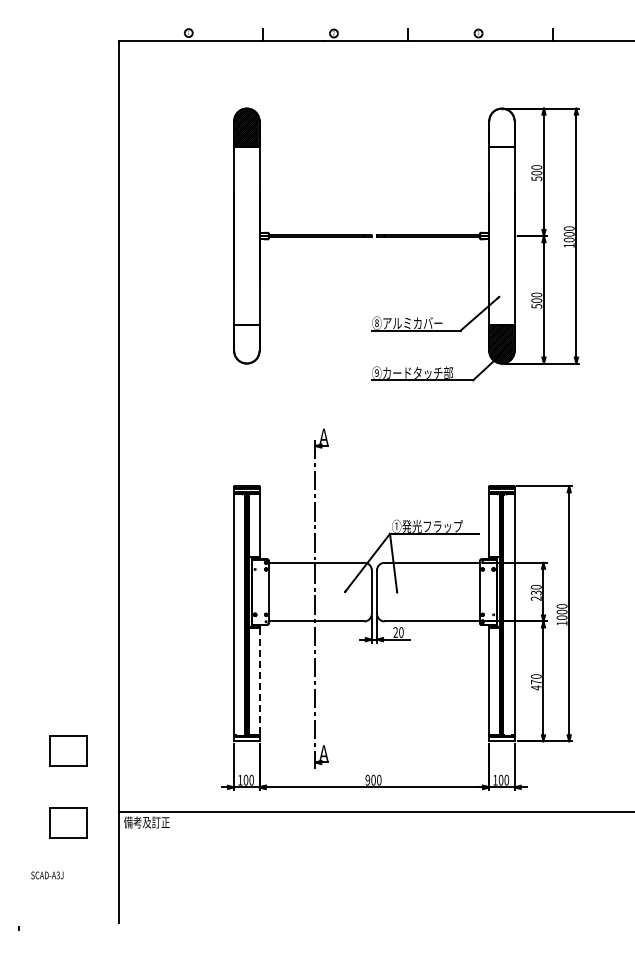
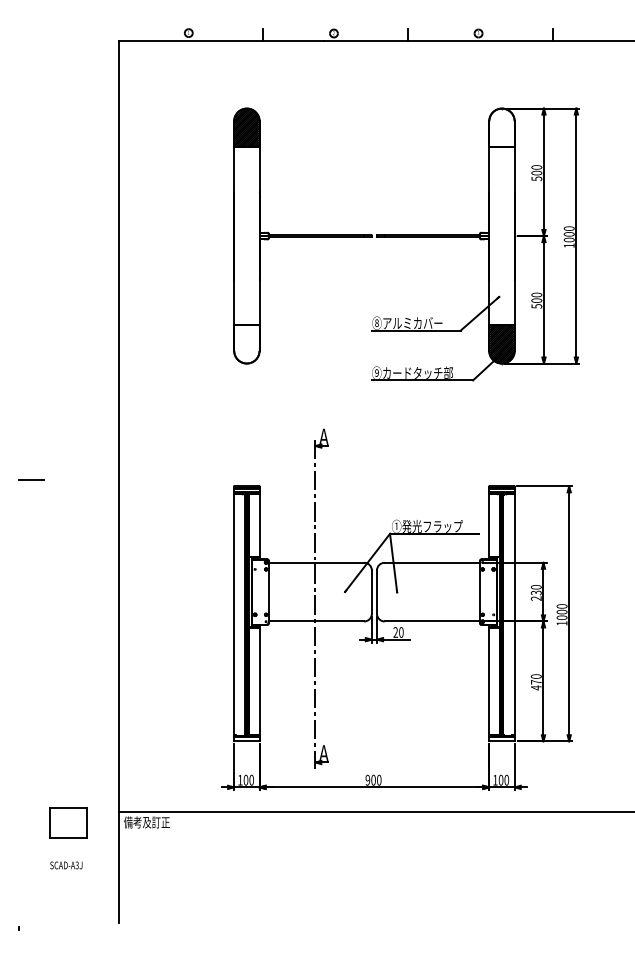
line at (31, 480): none -> present
line at (259, 681): dashed -> solid
part at (68, 750): present -> none
text at (47, 875) position: (47, 875) -> (66, 865)
